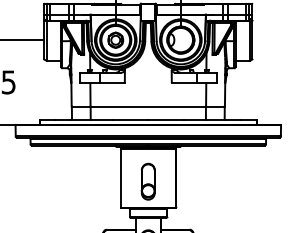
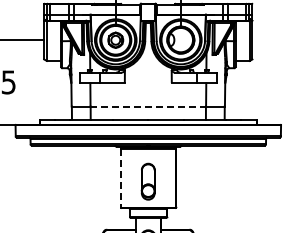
line at (148, 106): solid -> dashed
line at (121, 178): solid -> dashed
